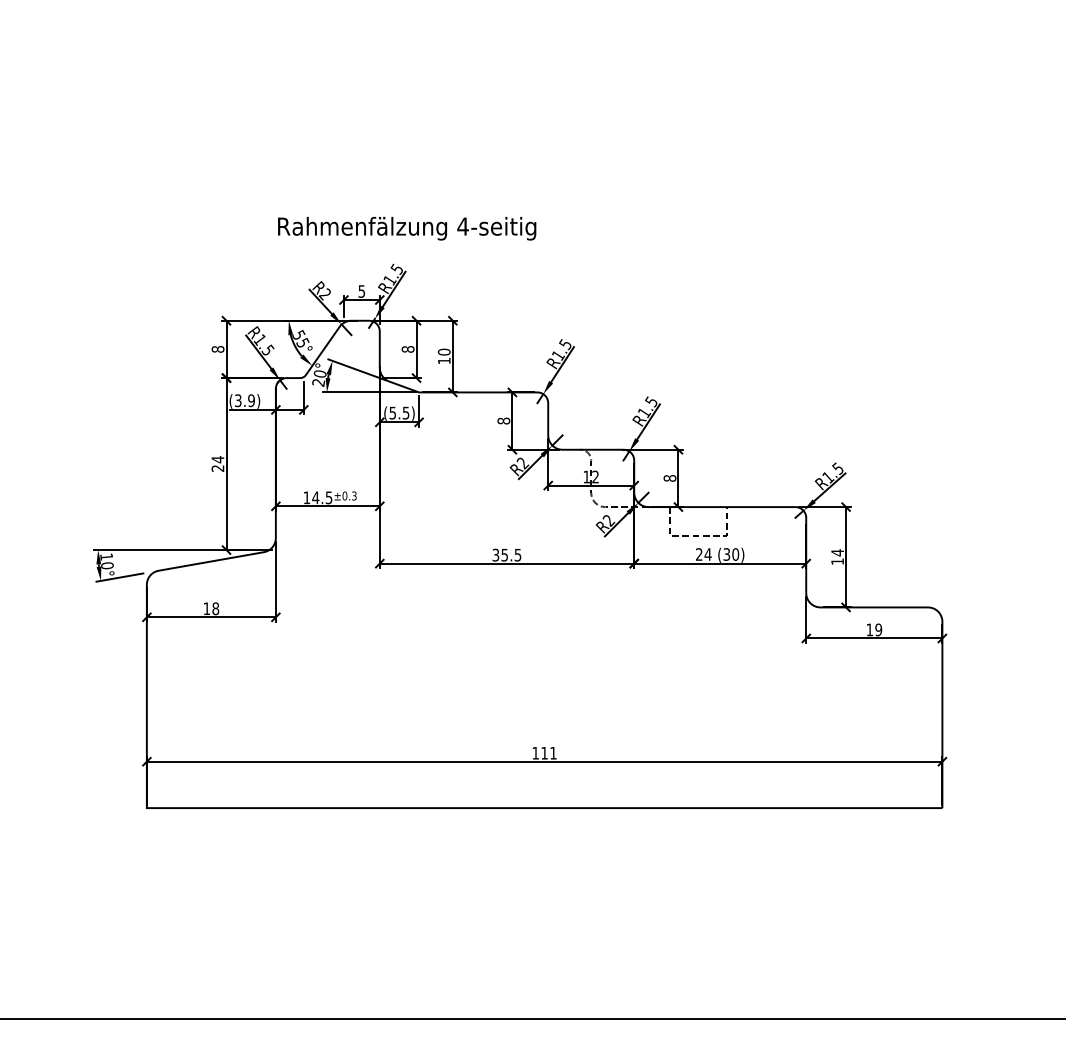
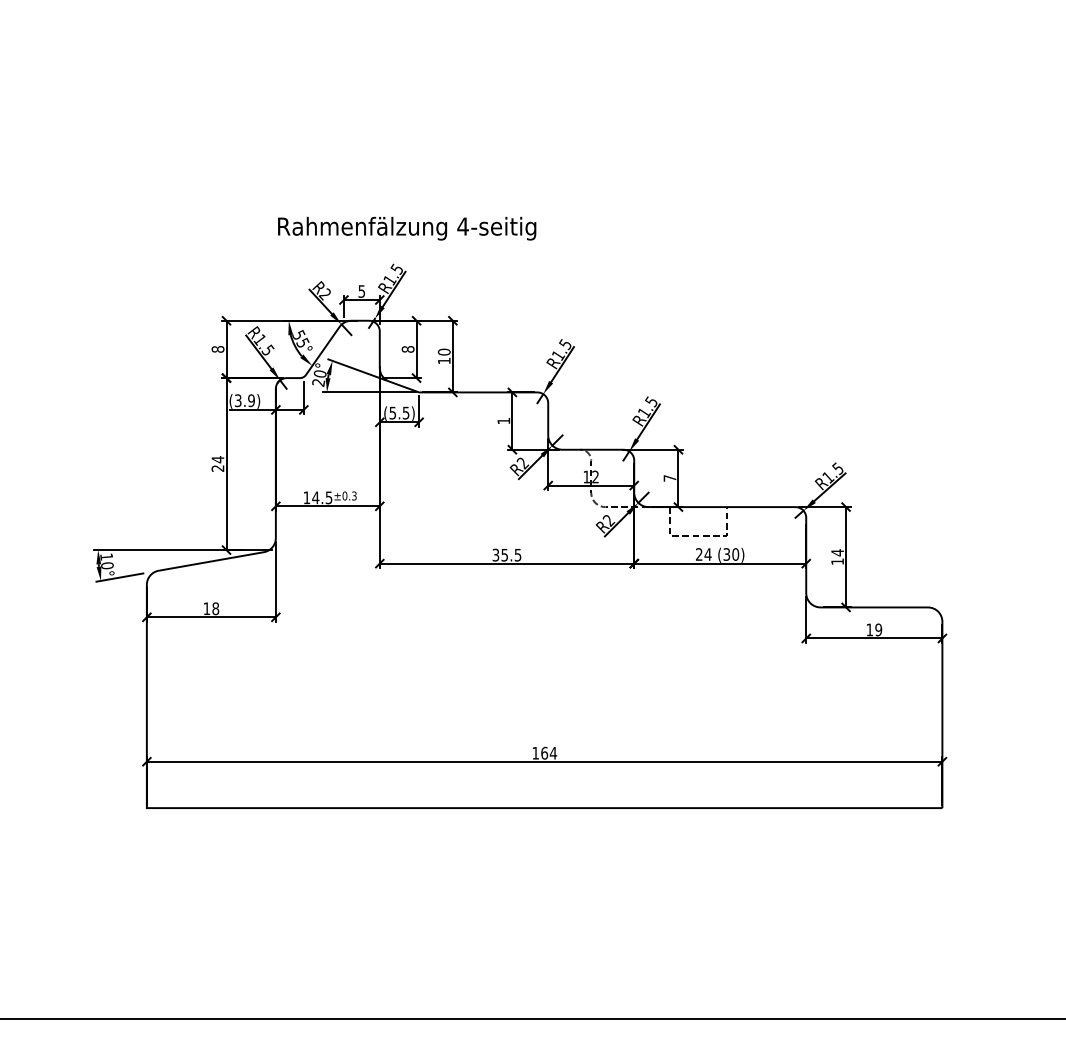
text at (503, 420): 8 -> 1
text at (669, 478): 8 -> 7
text at (549, 752): 111 -> 164
